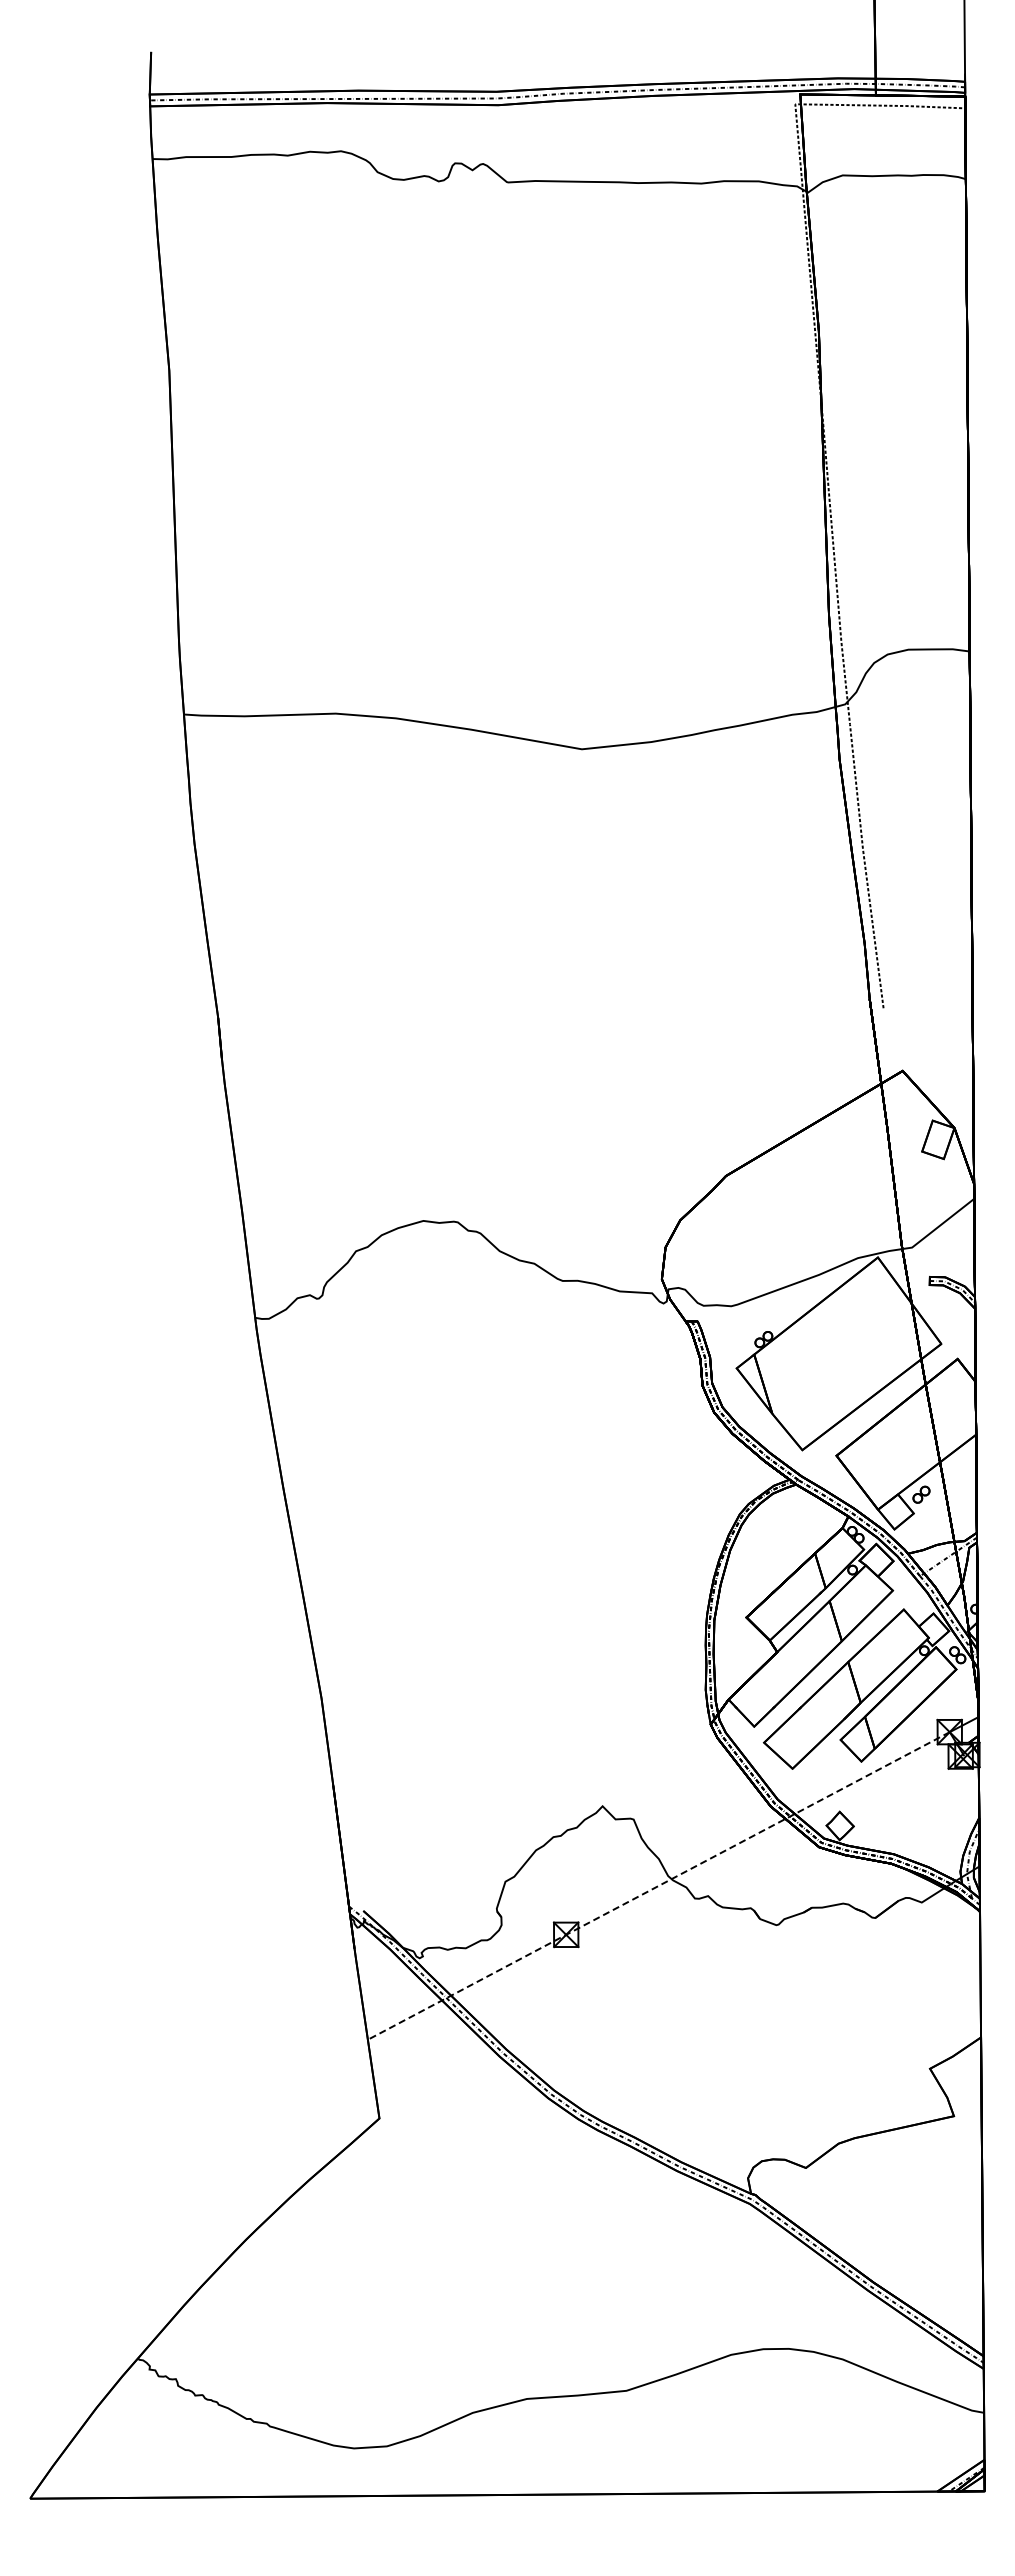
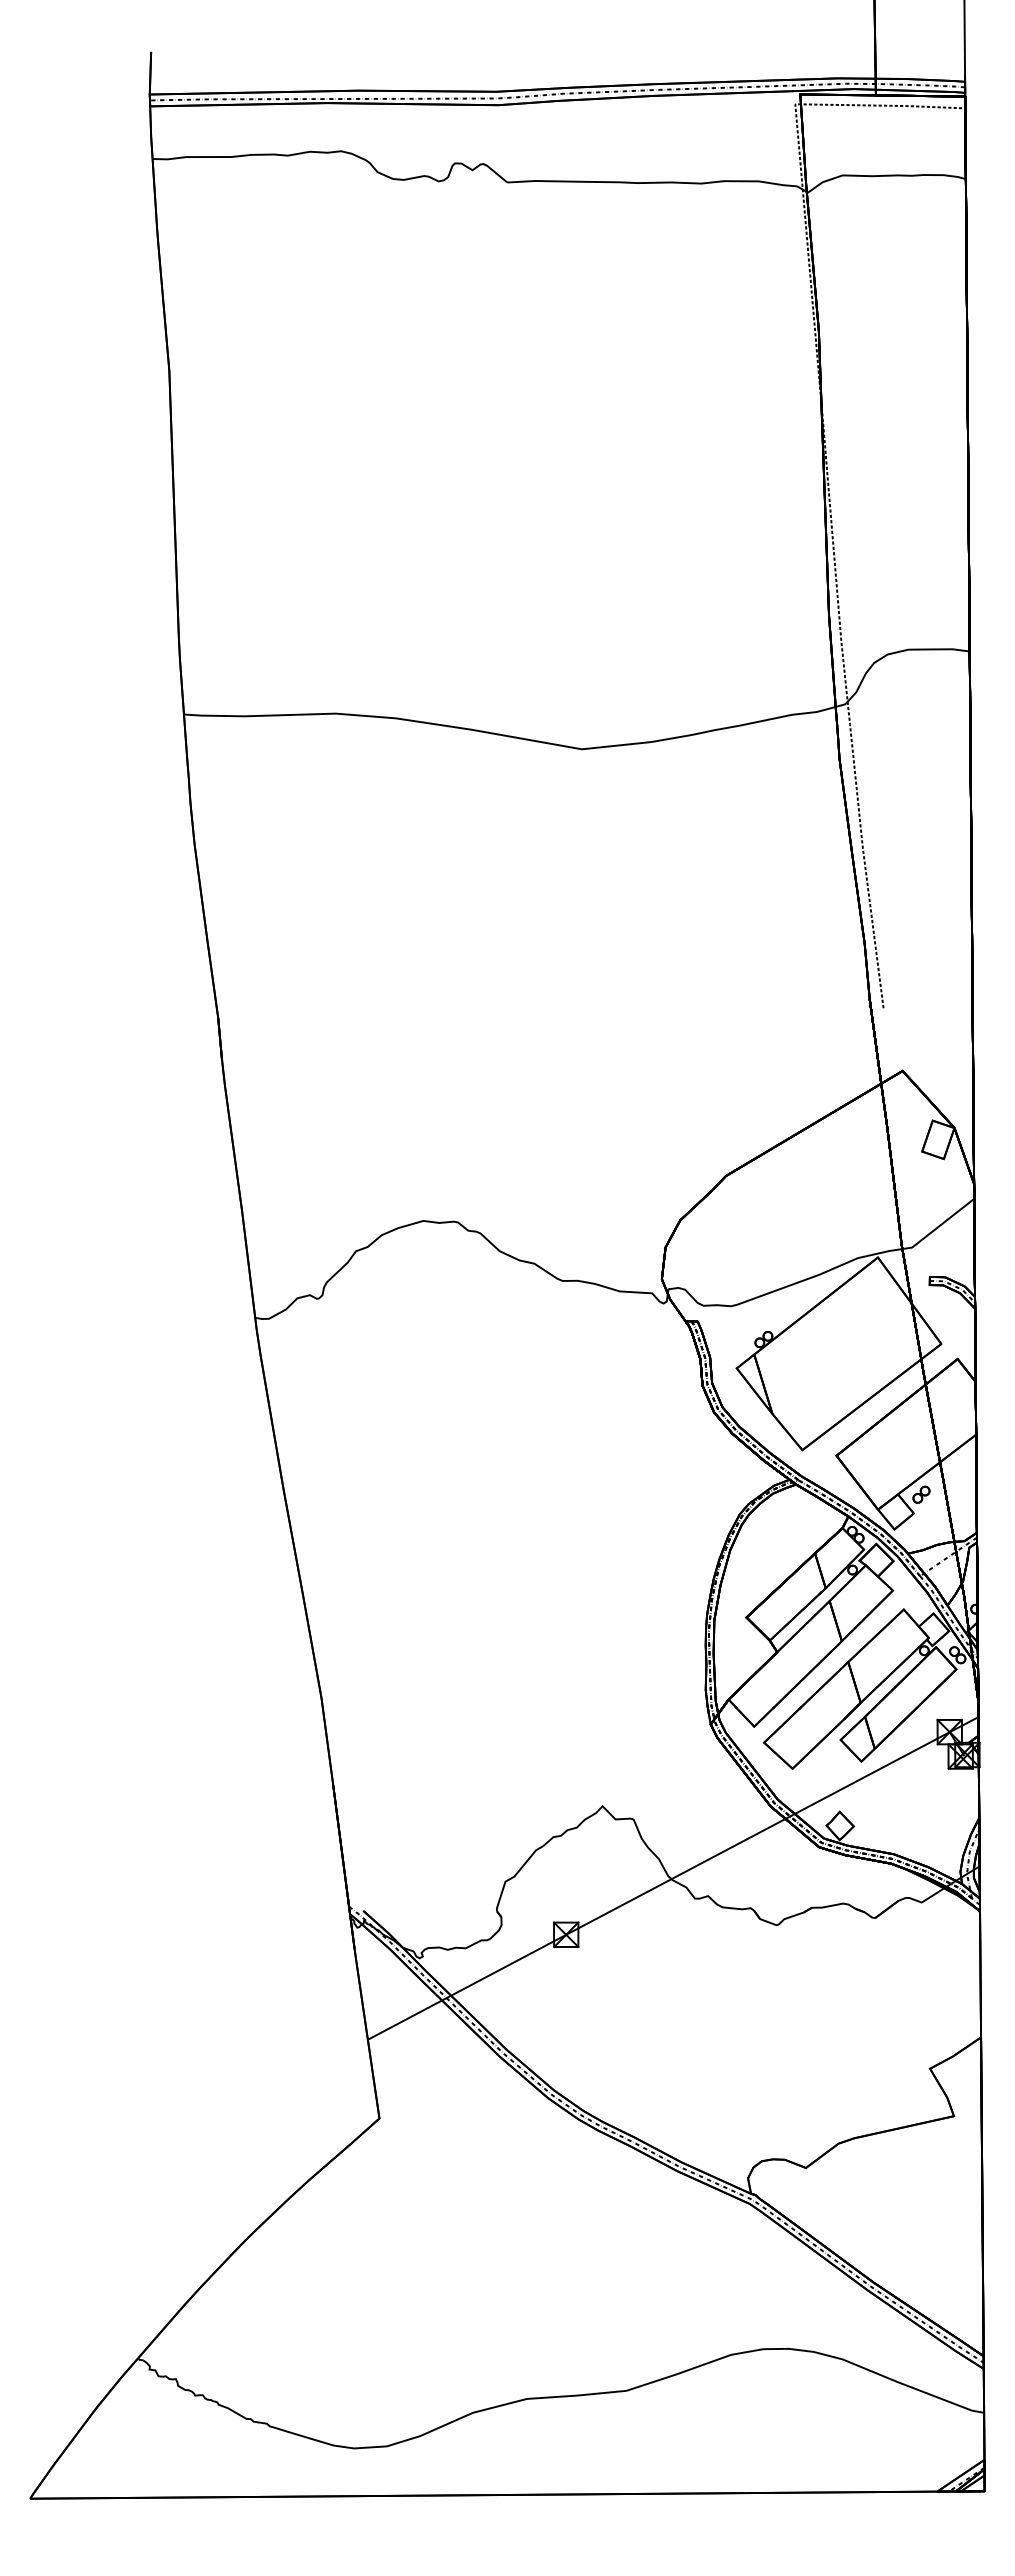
line at (658, 1886): dashed -> solid
